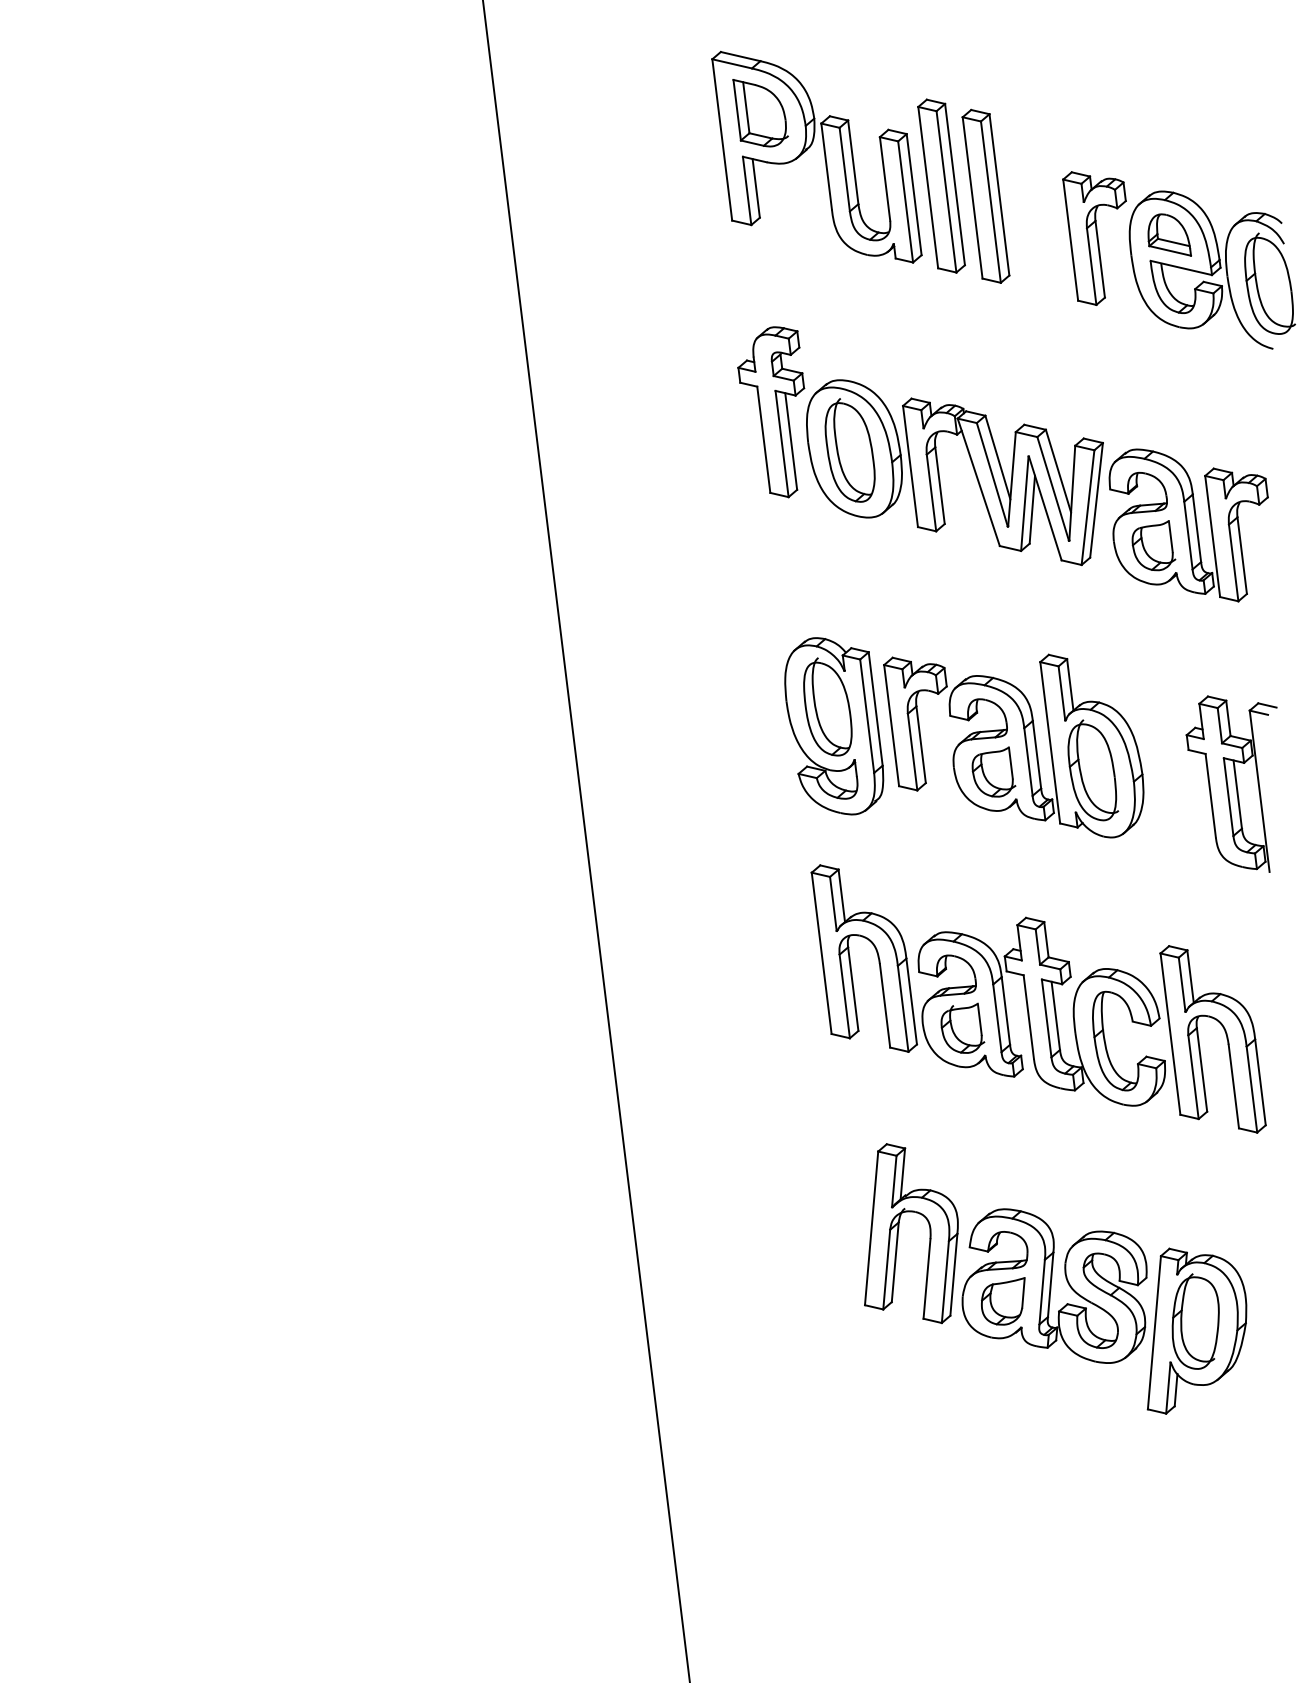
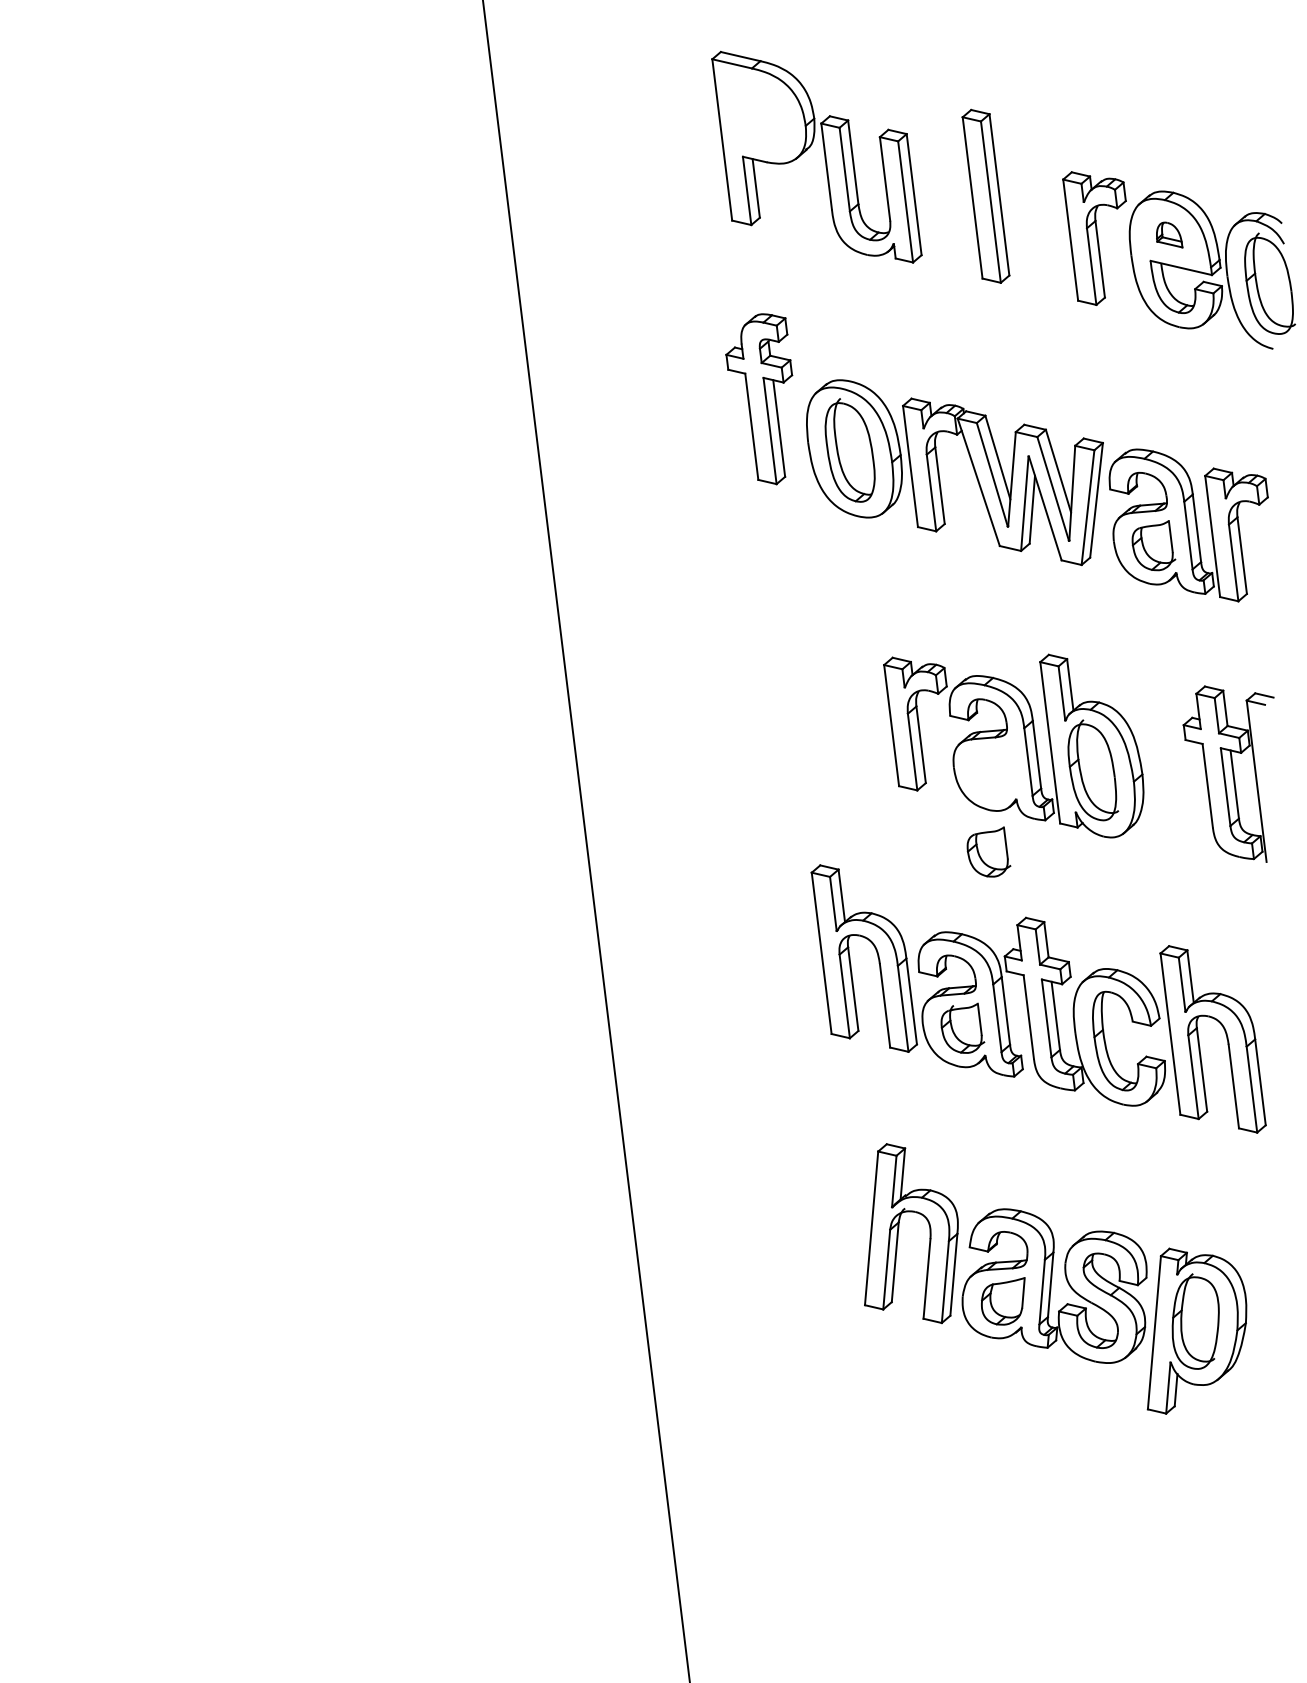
part at (760, 113): present -> none
part at (941, 185): present -> none
part at (1169, 234) size: 45x44 px -> 28x28 px
part at (771, 412) position: (771, 412) -> (759, 399)
part at (834, 726): present -> none
part at (993, 771) position: (993, 771) -> (988, 851)
part at (1231, 783) position: (1231, 783) -> (1228, 773)
